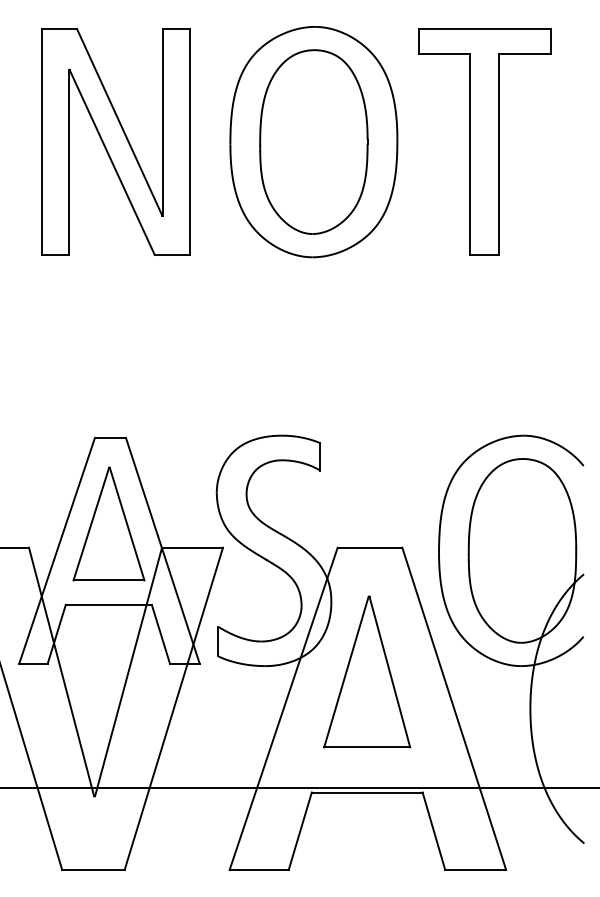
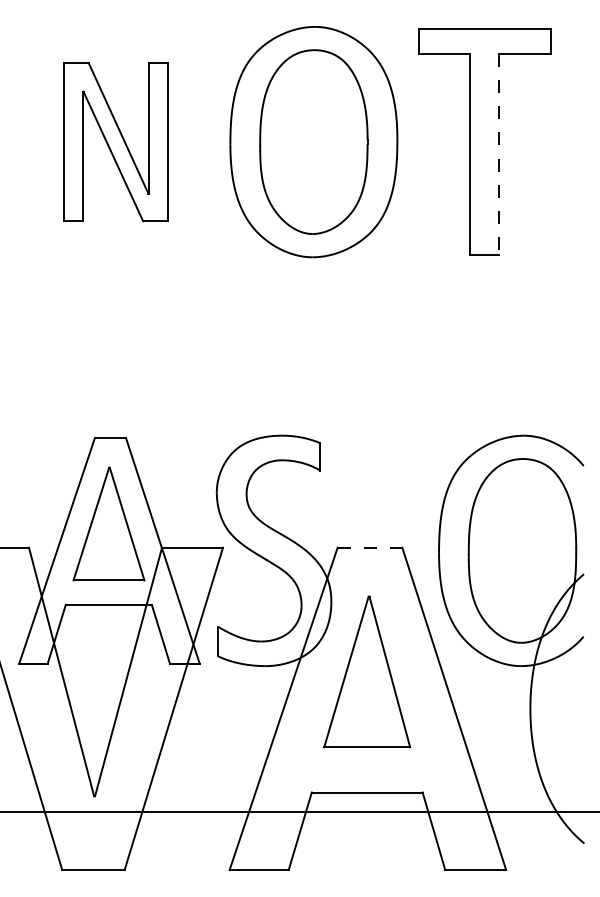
part at (115, 142) size: 150x229 px -> 106x161 px
line at (498, 154): solid -> dashed
line at (370, 547): solid -> dashed
line at (299, 788) position: (299, 788) -> (299, 812)
